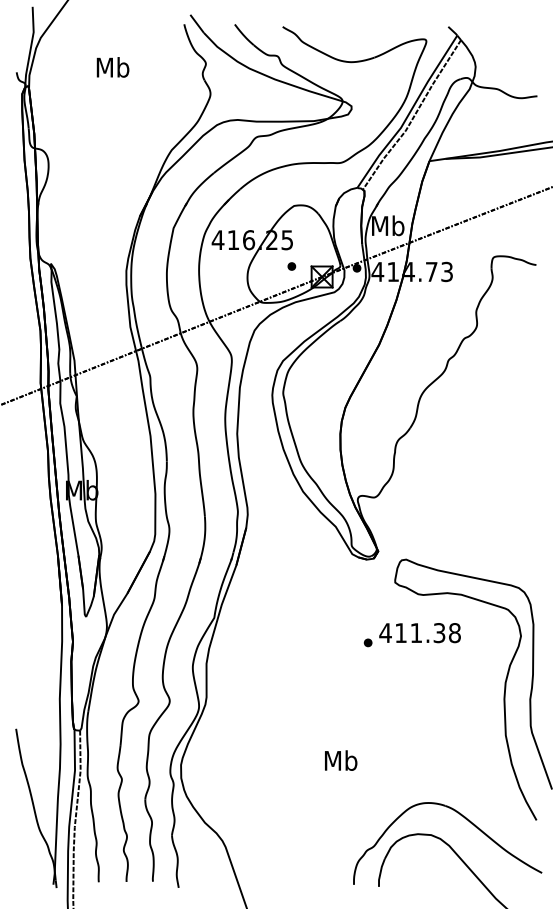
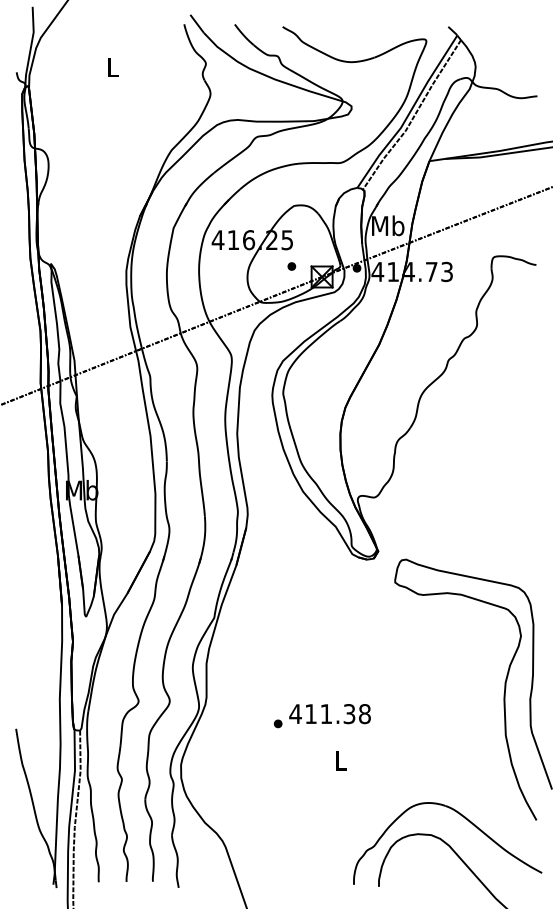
text at (112, 67): Mb -> L
text at (411, 635) position: (411, 635) -> (321, 716)
text at (341, 760): Mb -> L
